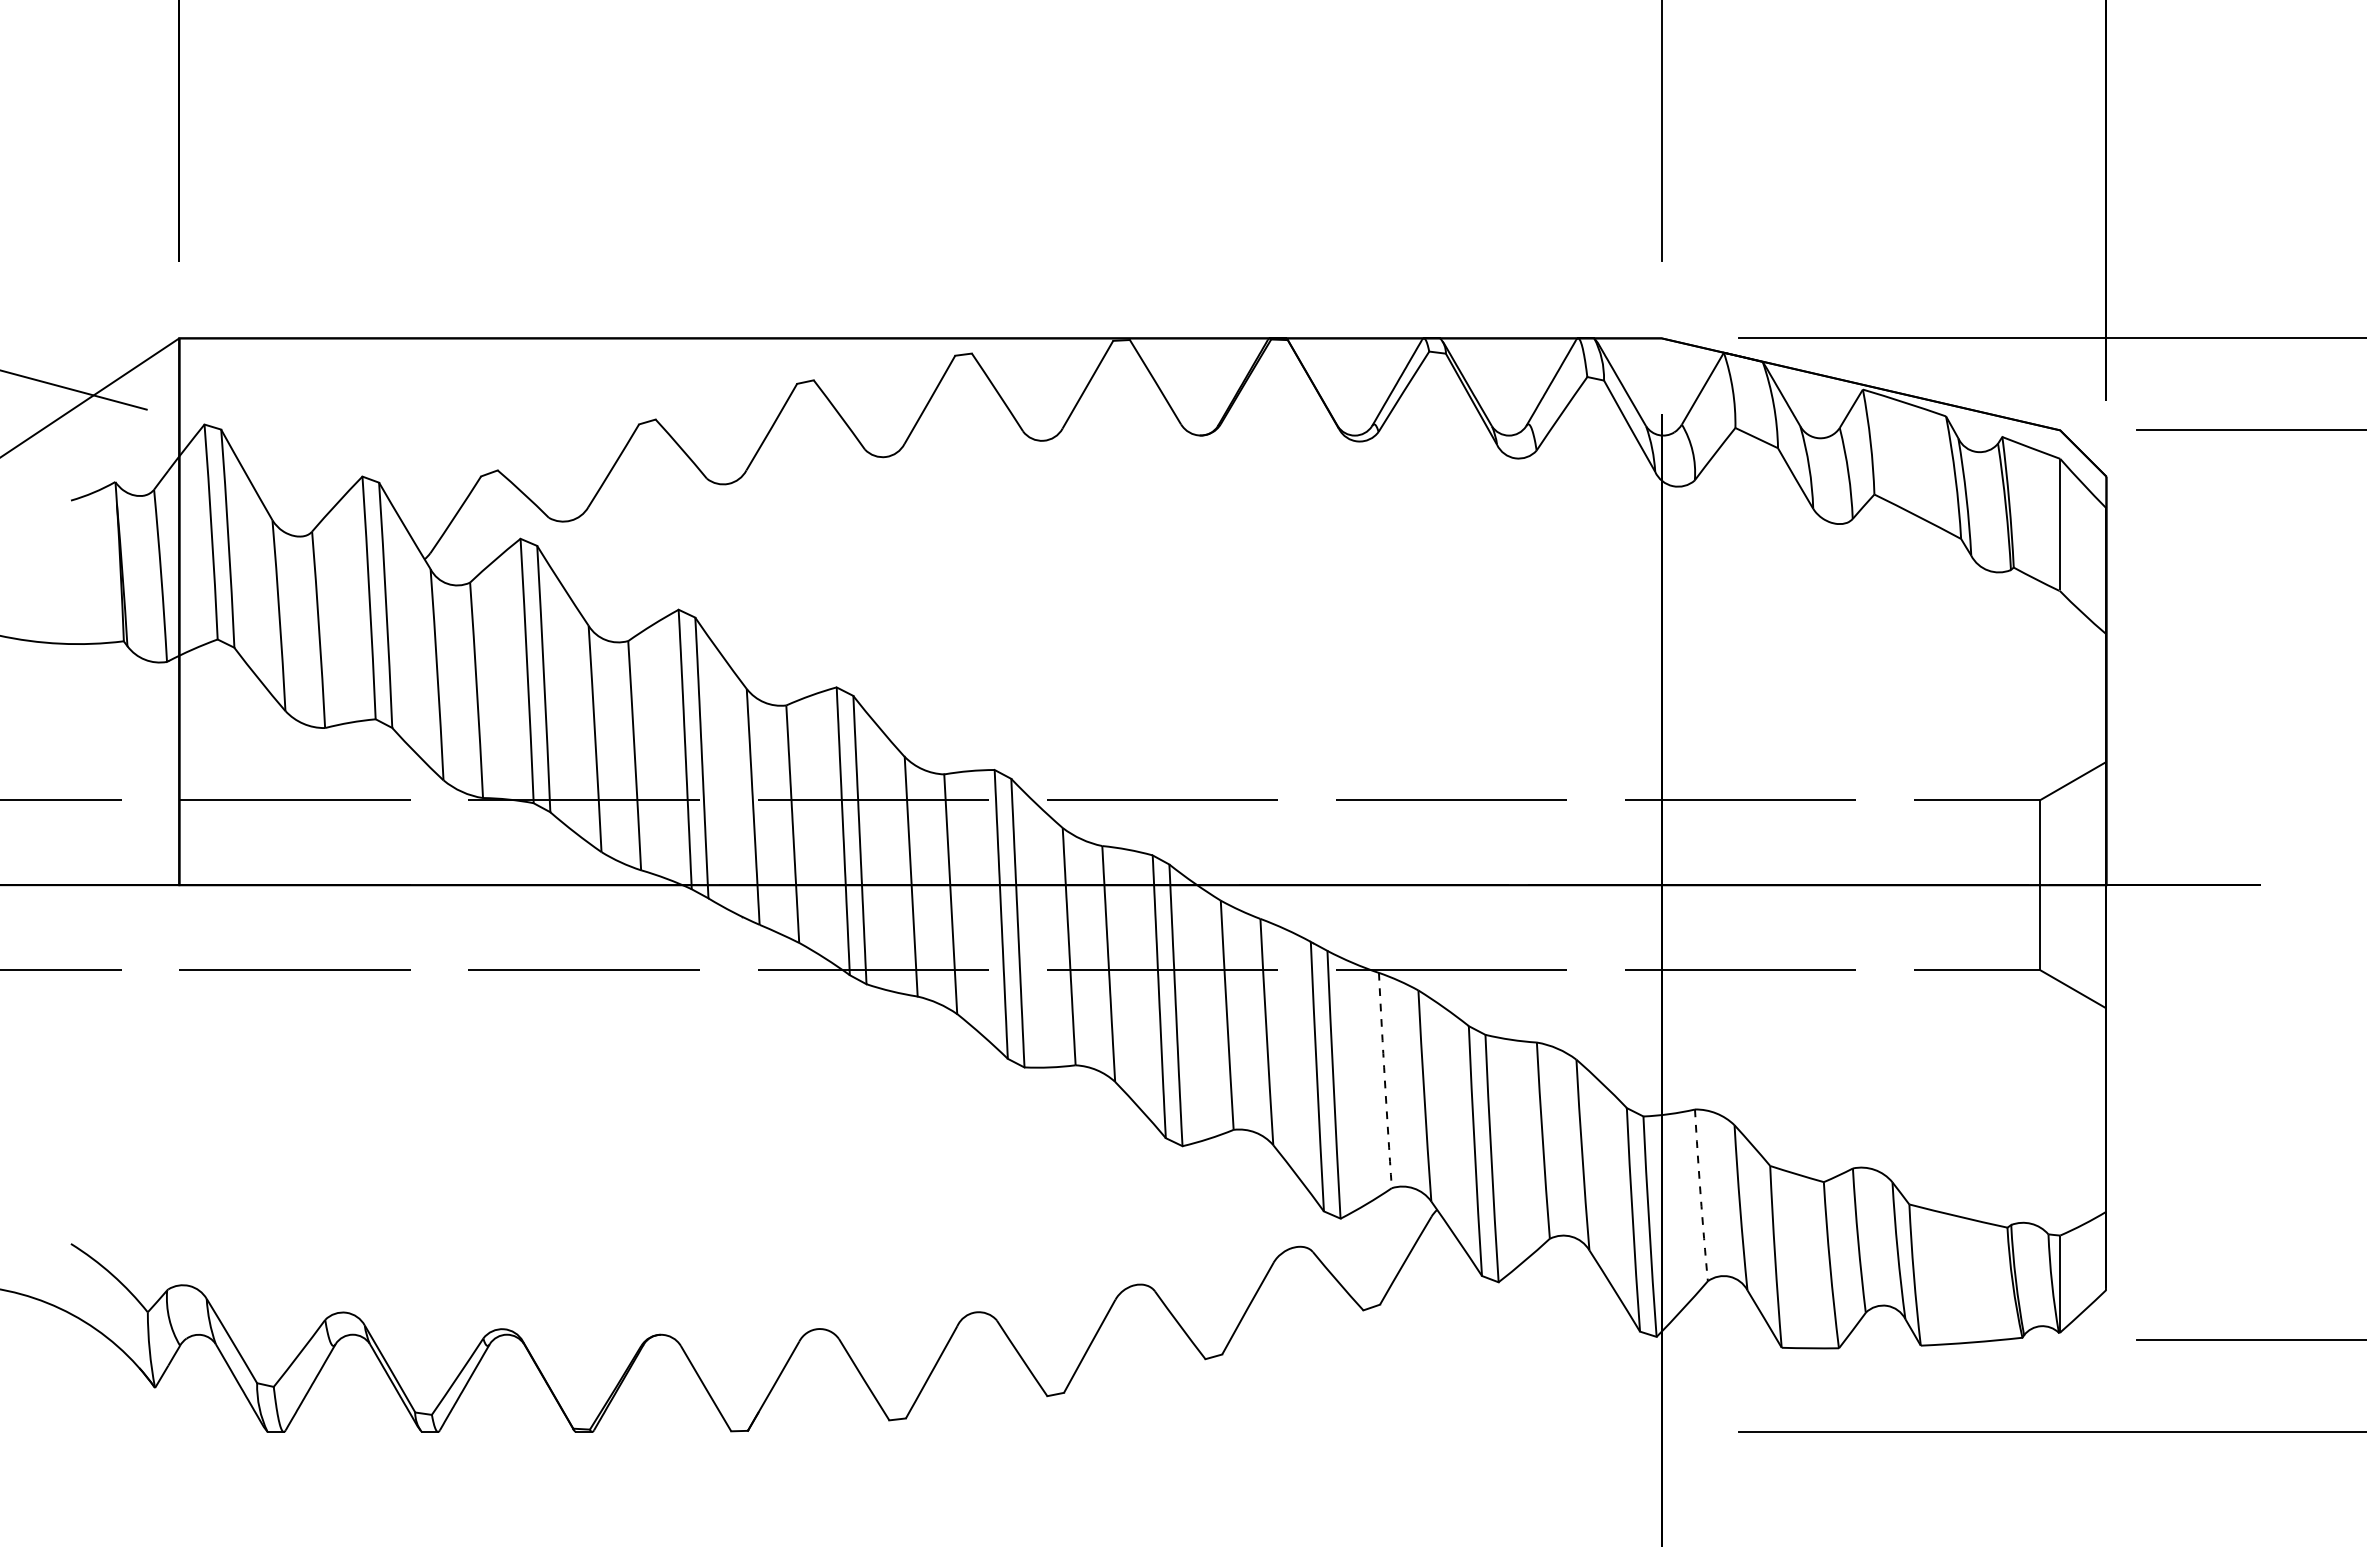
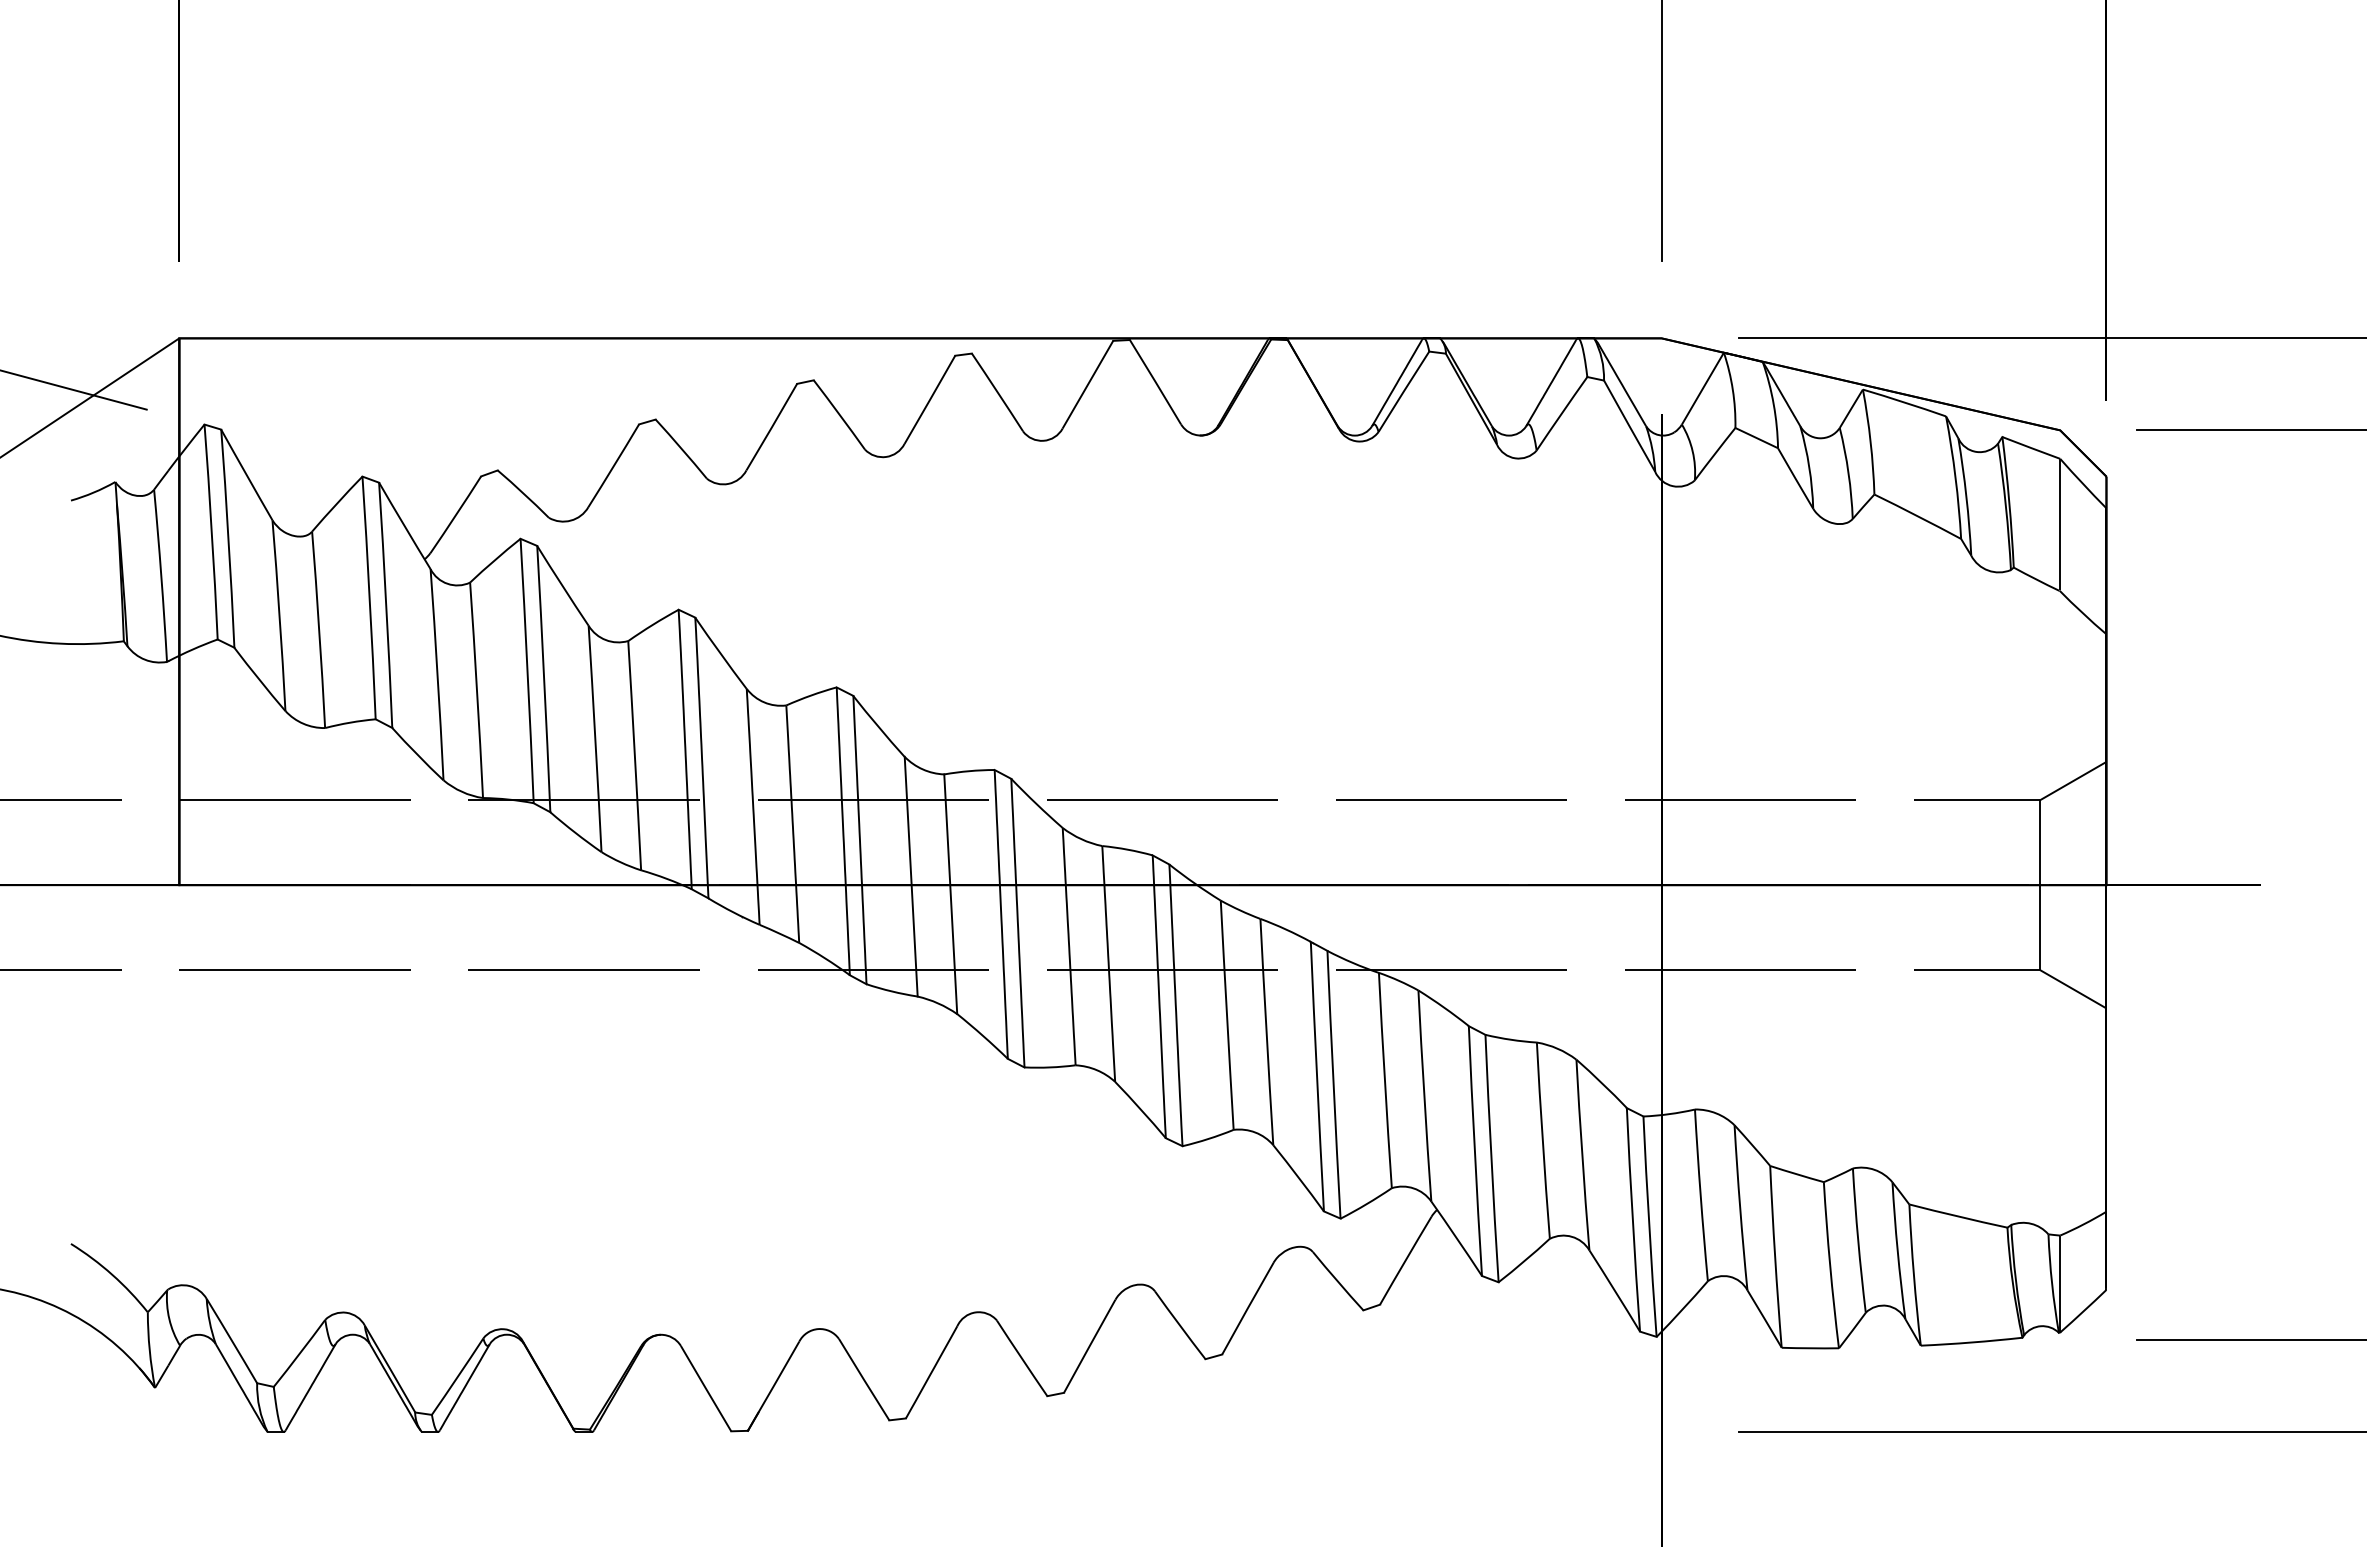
arc at (1384, 1080): dashed -> solid
arc at (1700, 1195): dashed -> solid
